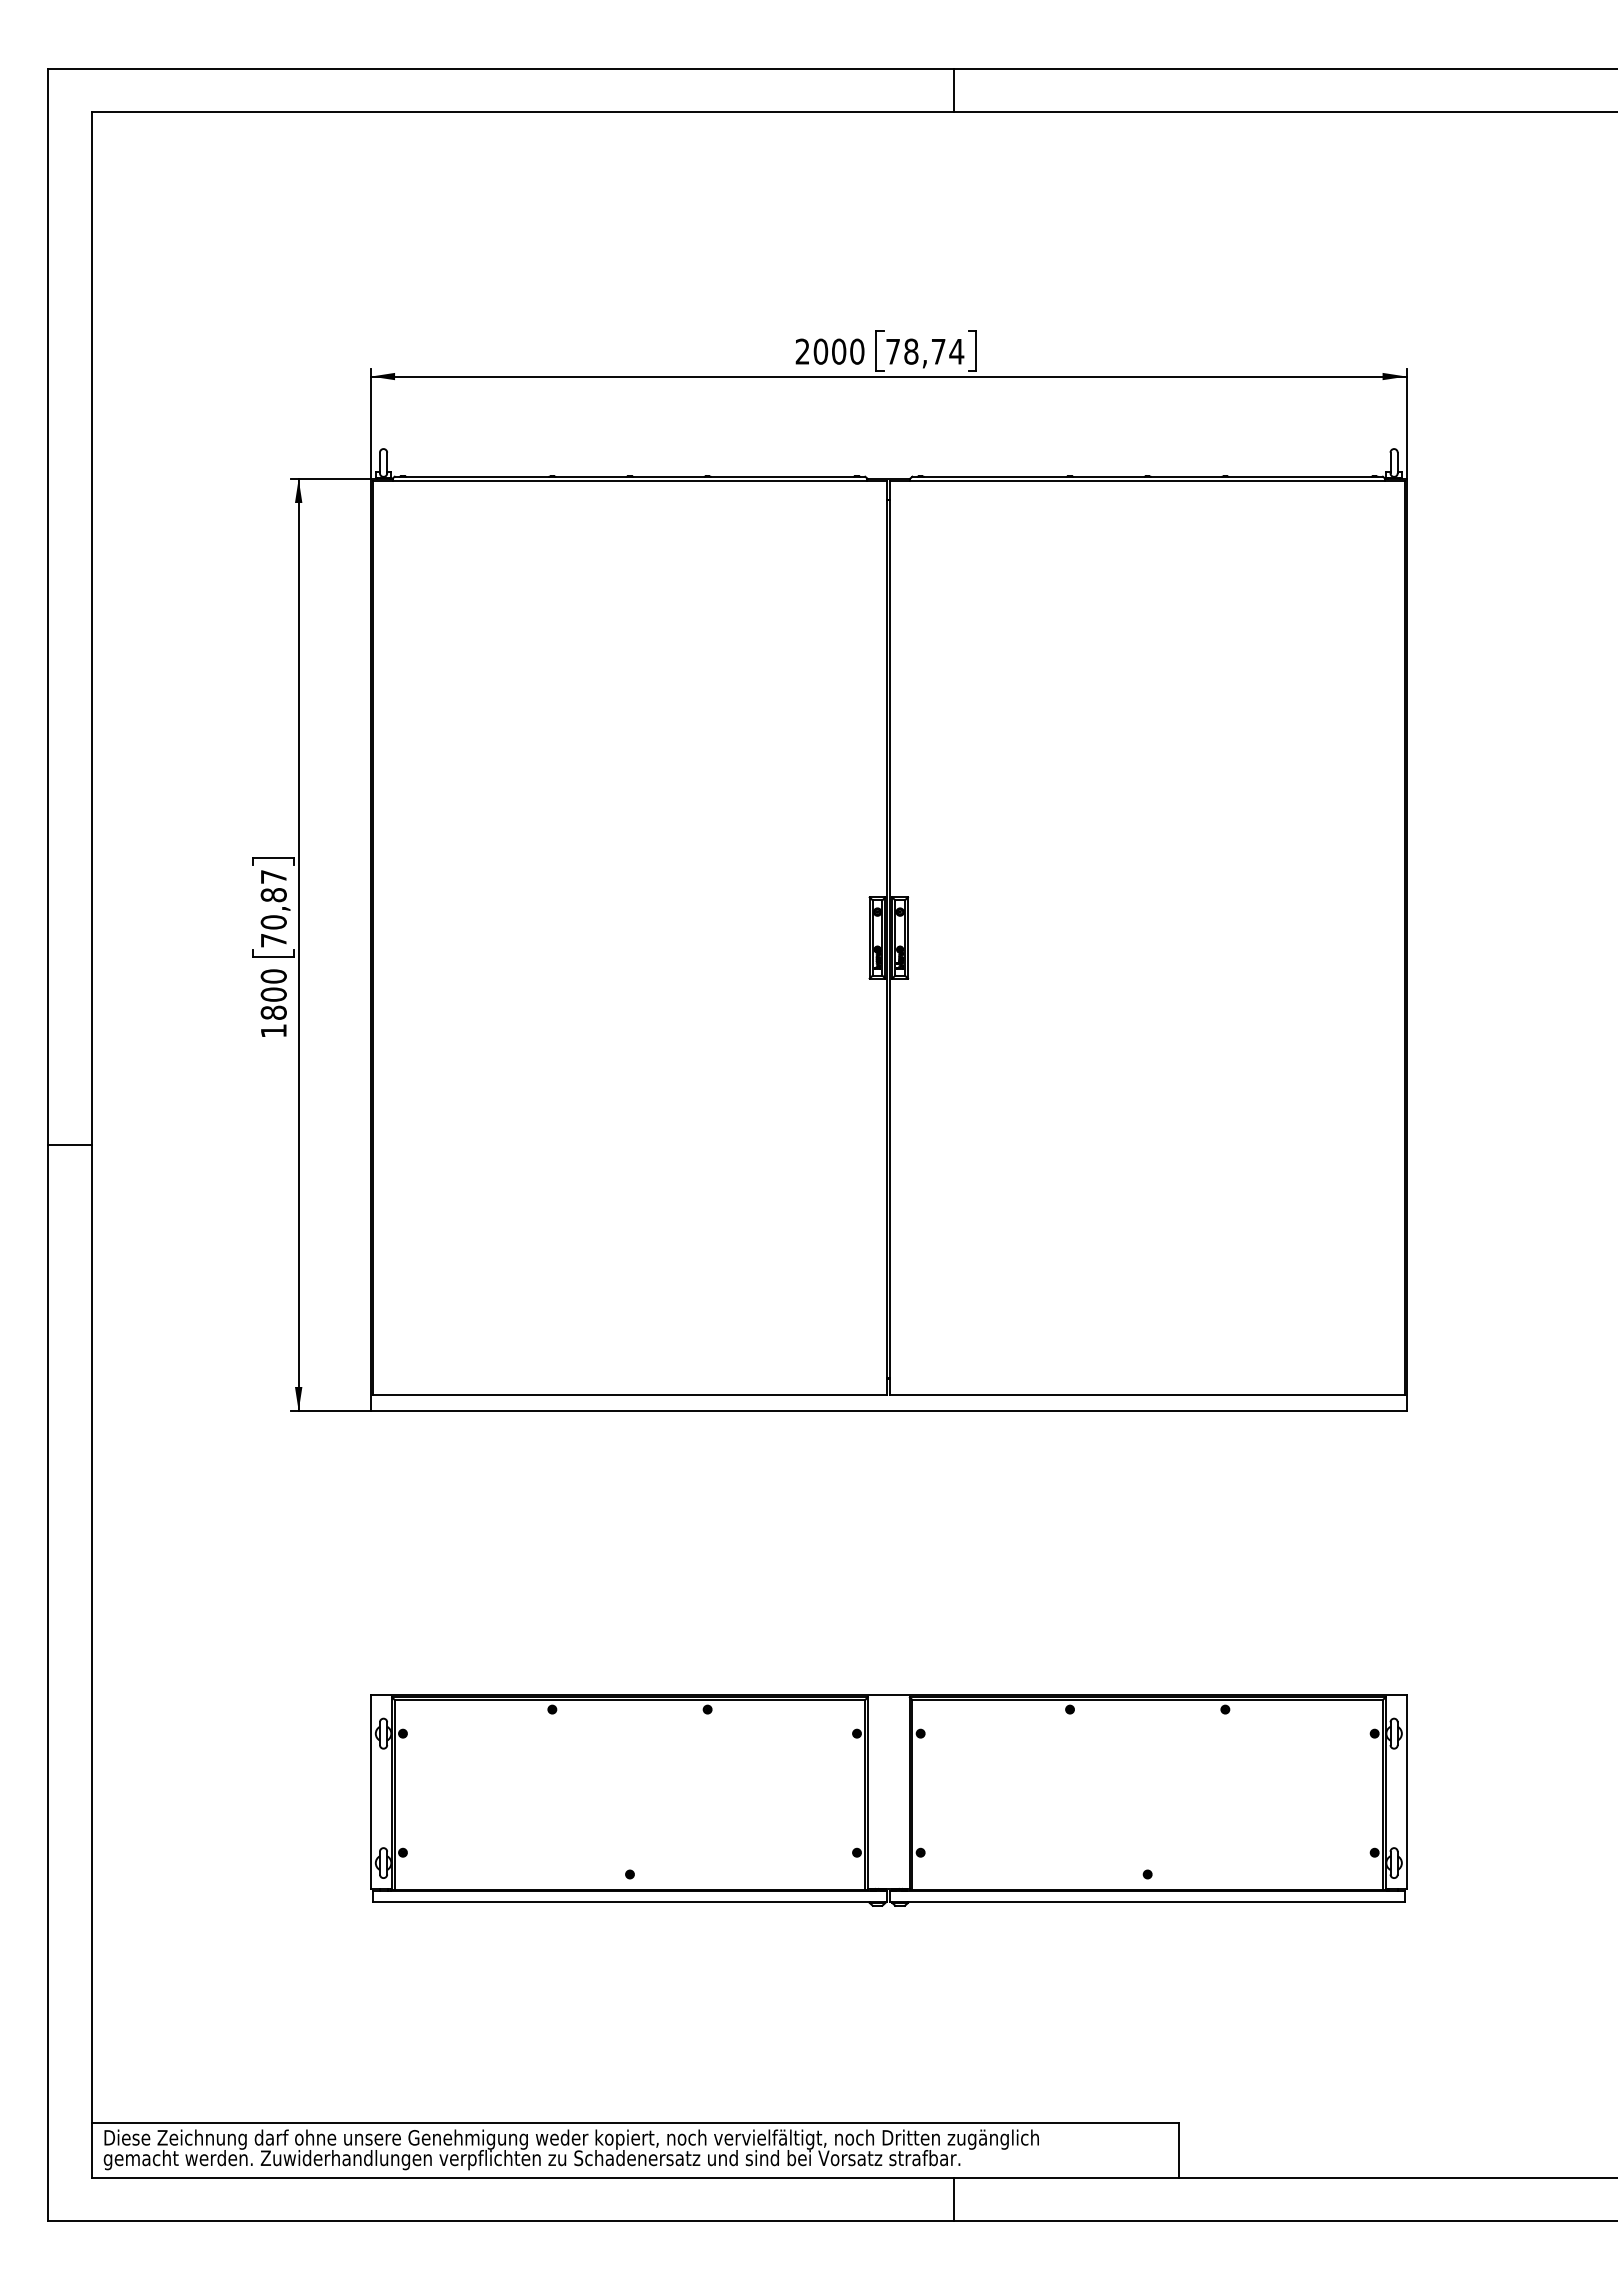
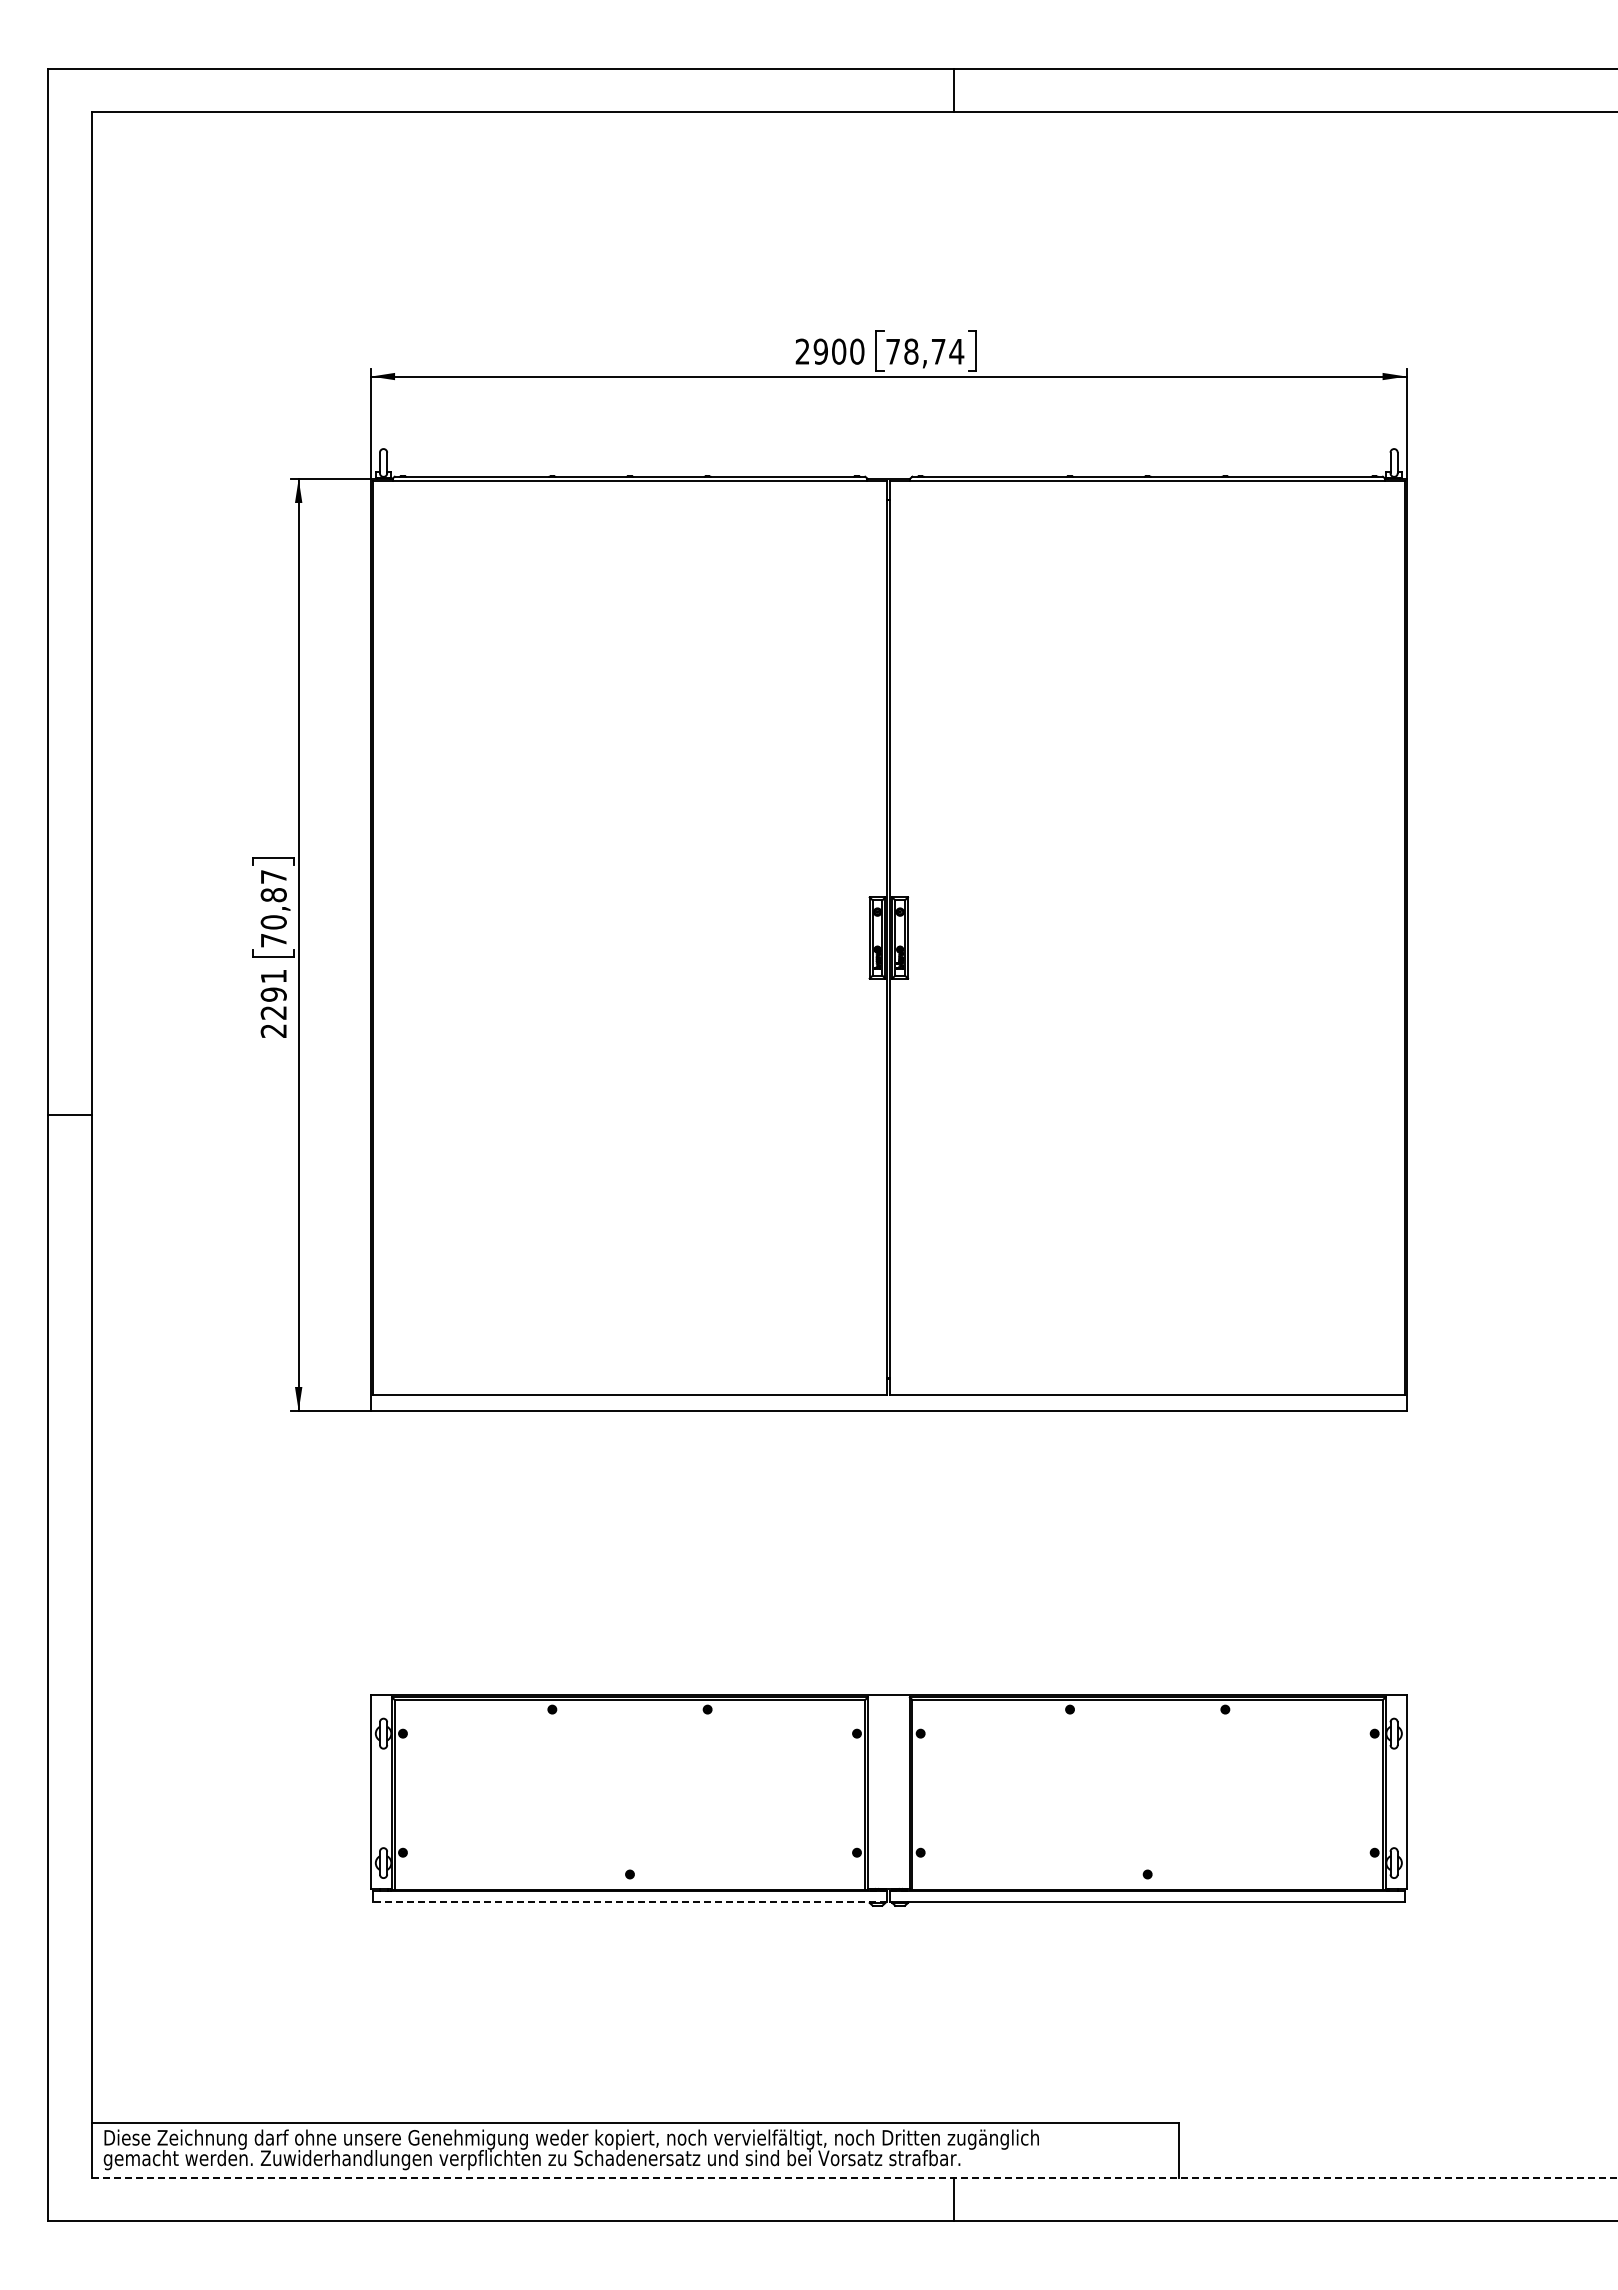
text at (820, 351): 2000 -> 2900
text at (273, 1003): 1800 -> 2291
line at (69, 1145) position: (69, 1145) -> (69, 1115)
line at (629, 1901): solid -> dashed
line at (854, 2177): solid -> dashed
